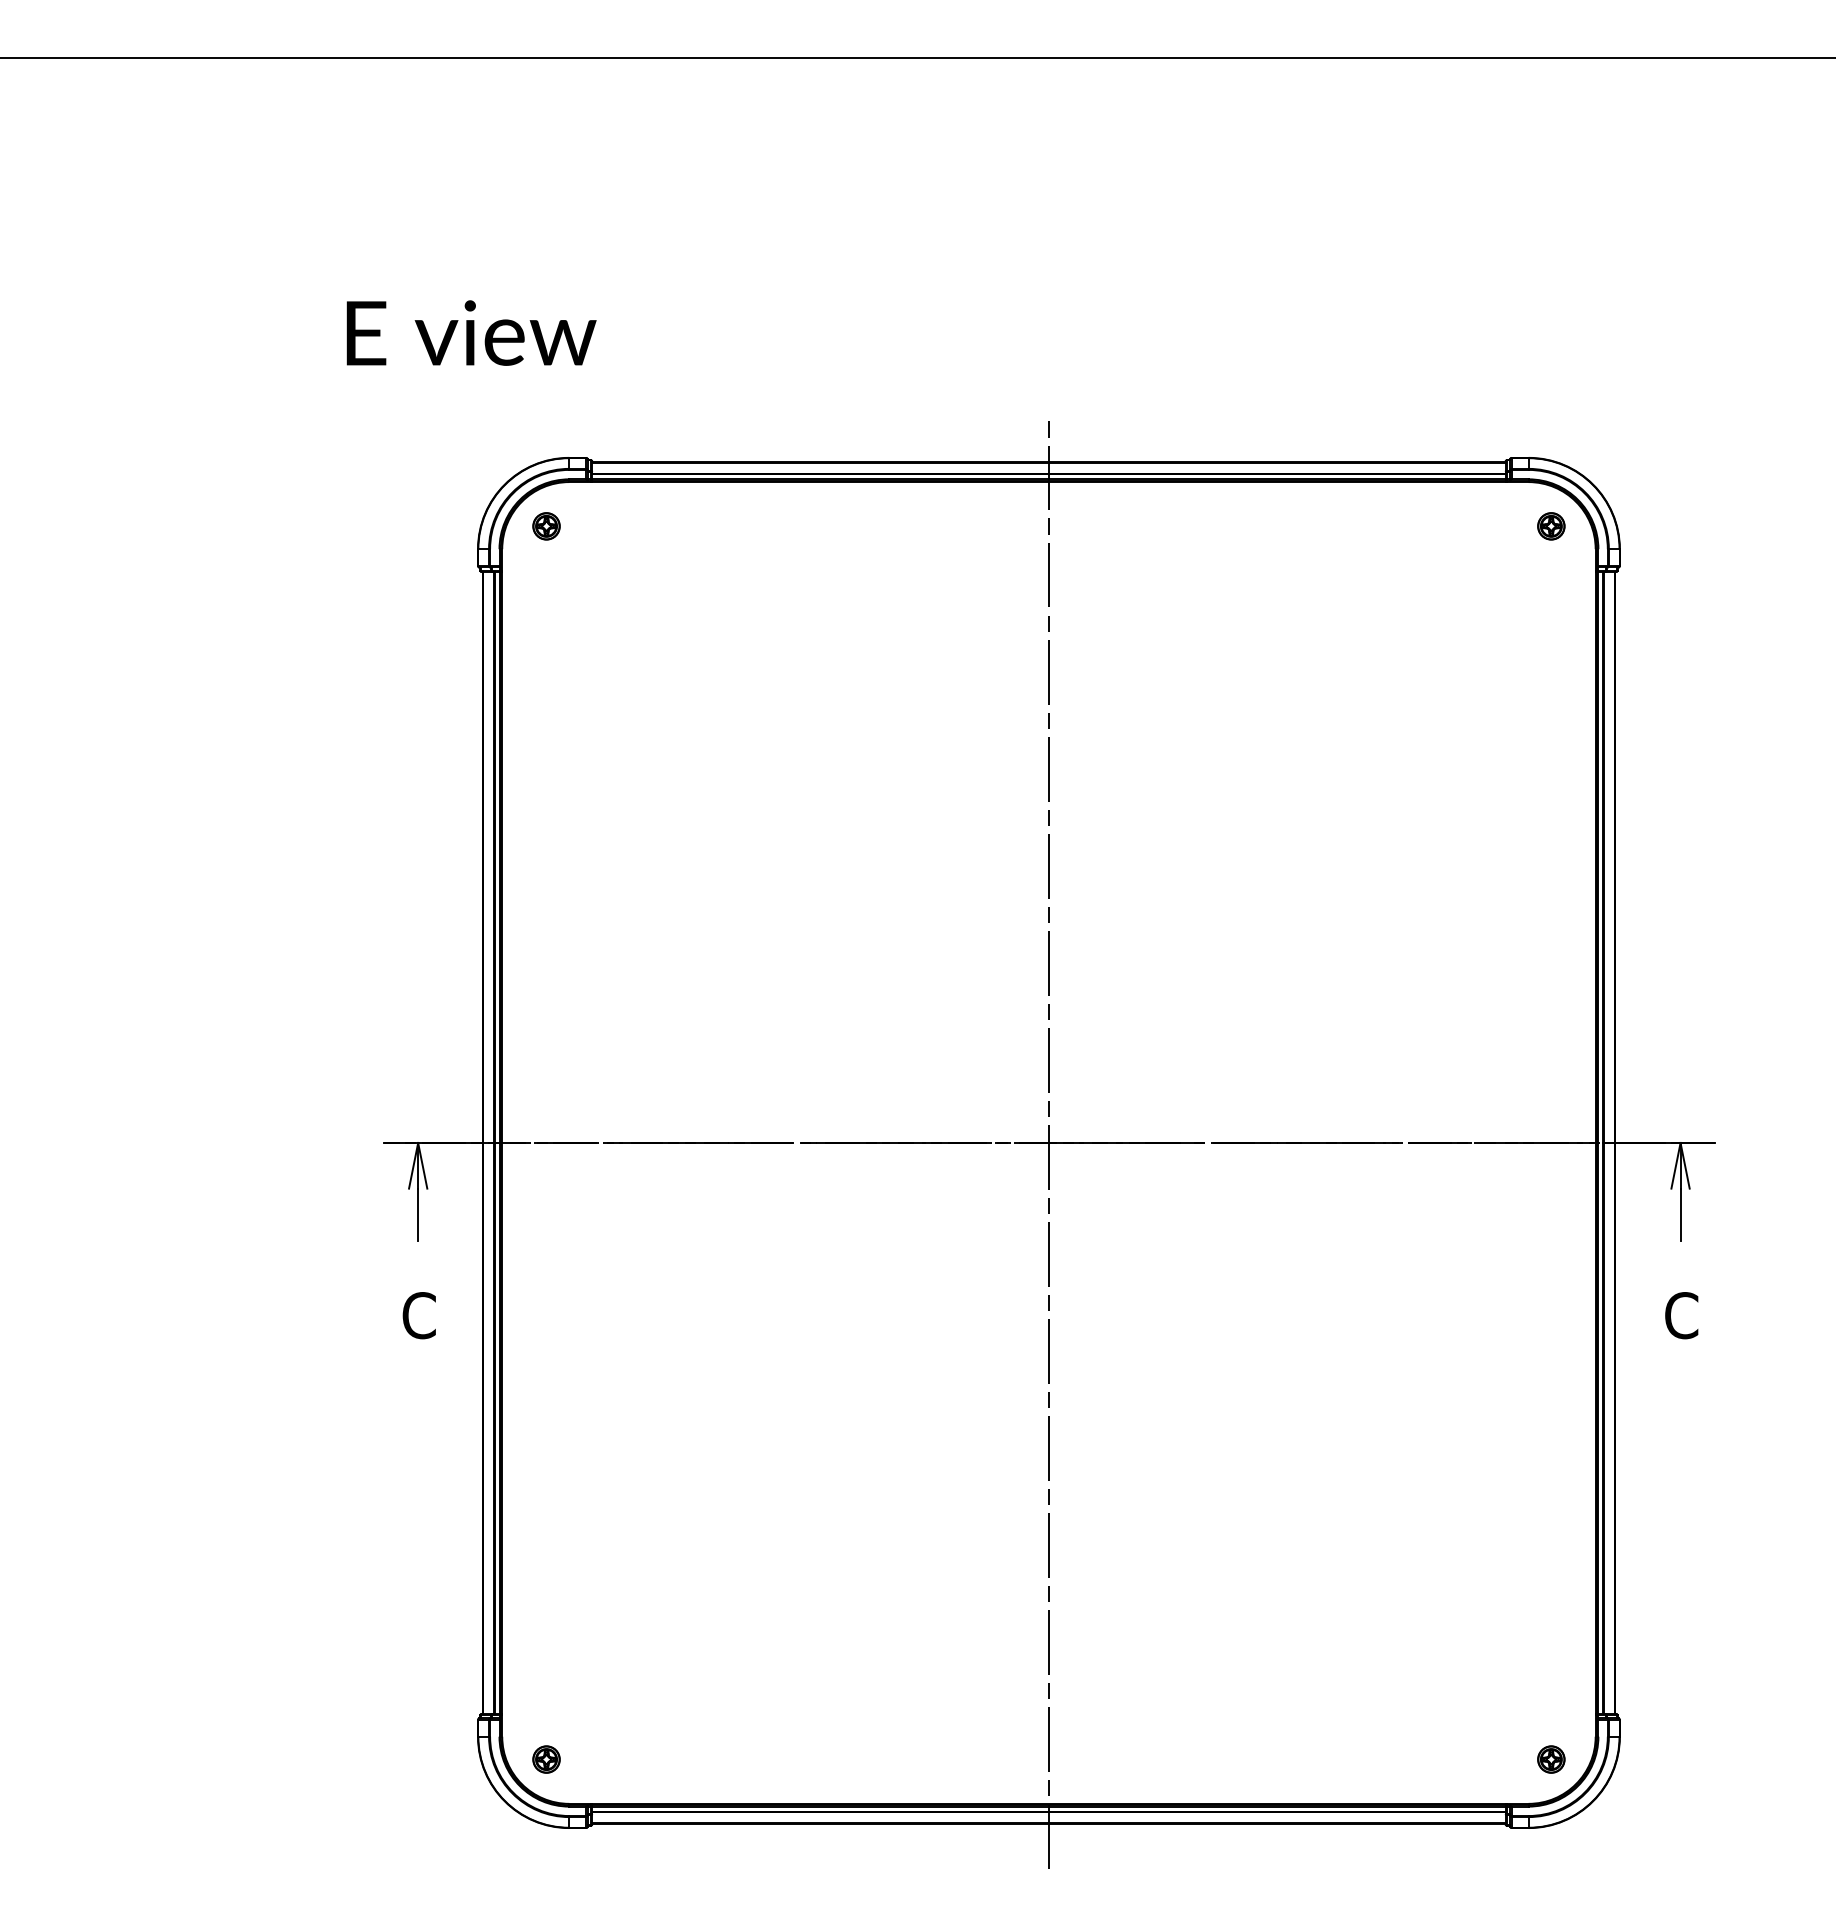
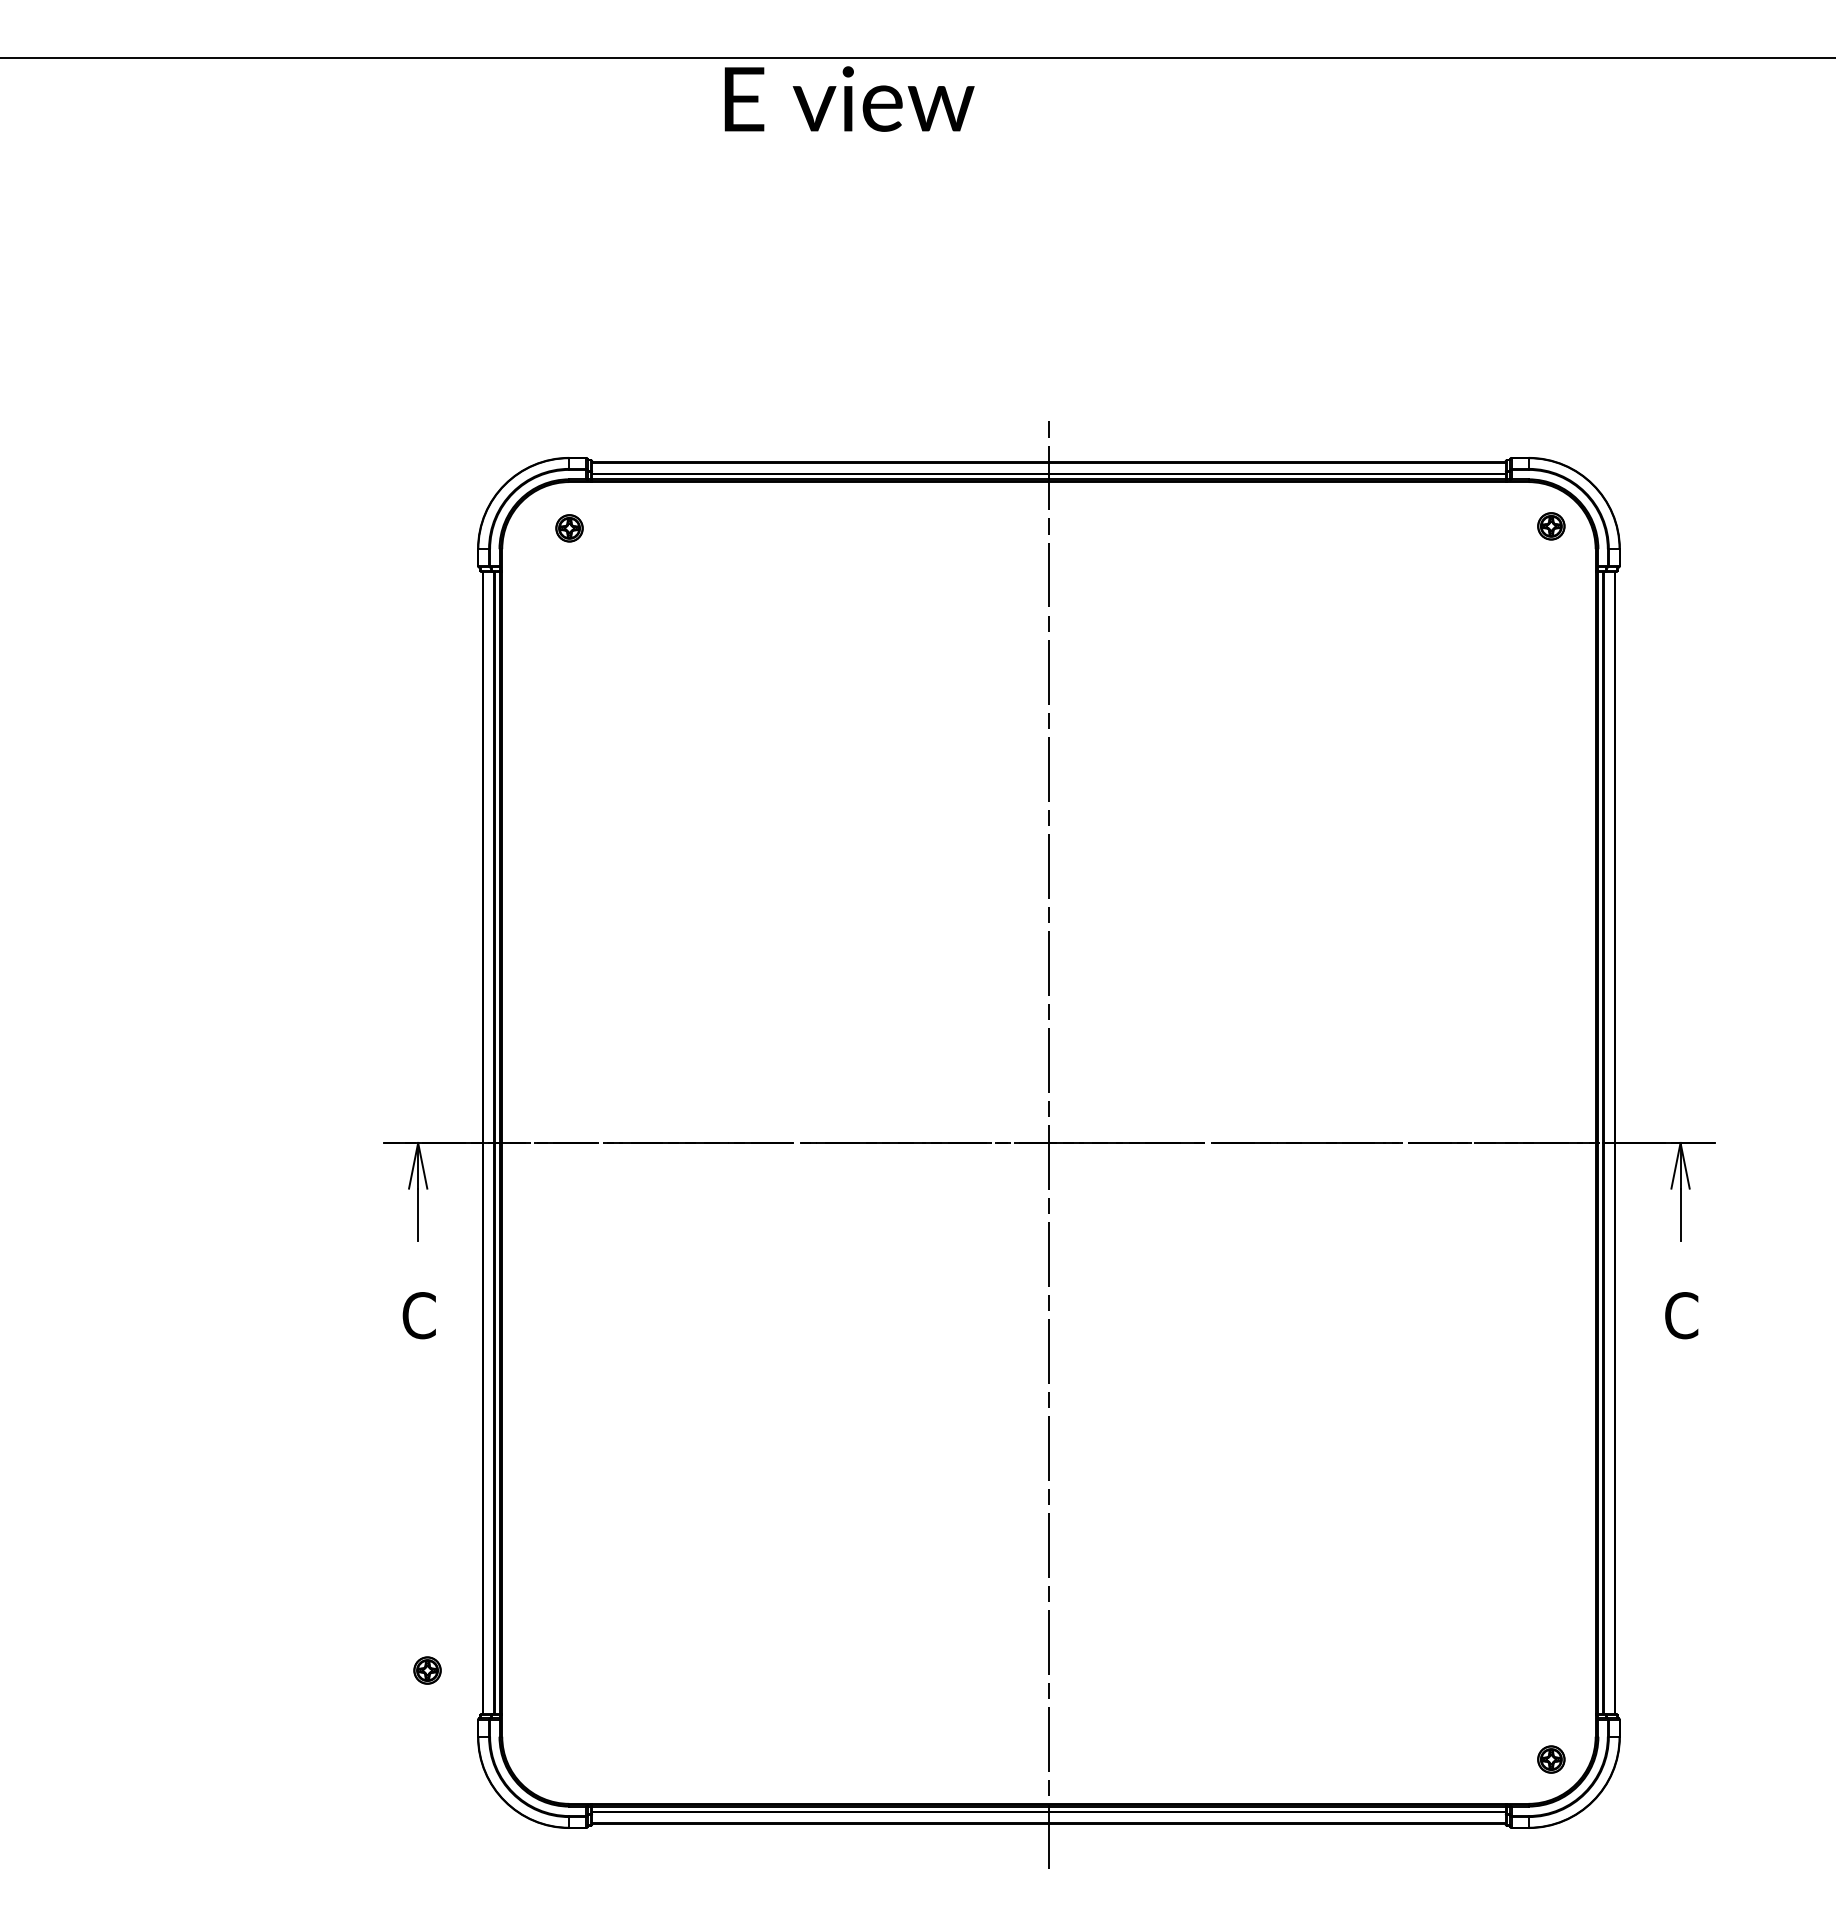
text at (471, 332) position: (471, 332) -> (849, 98)
part at (546, 526) position: (546, 526) -> (569, 528)
part at (546, 1759) position: (546, 1759) -> (427, 1670)
